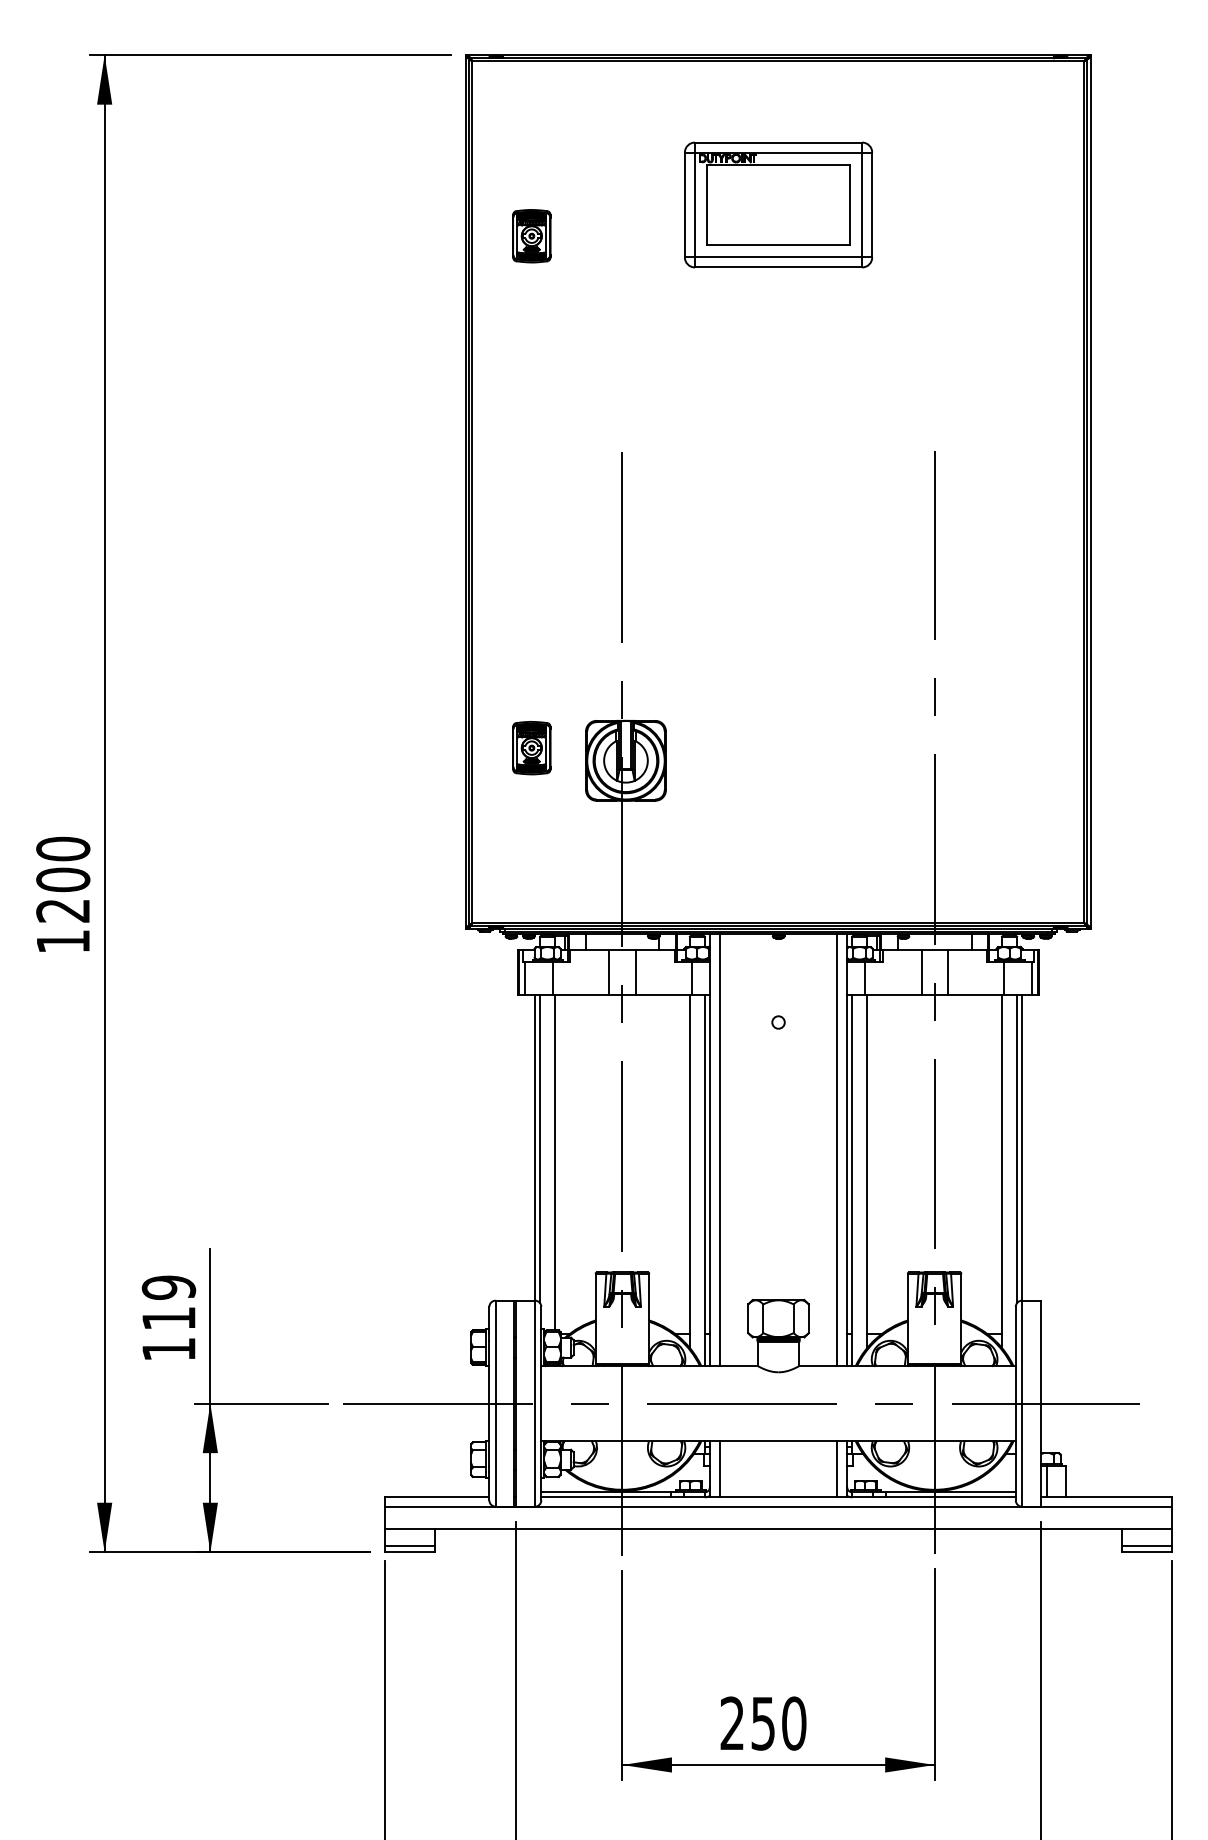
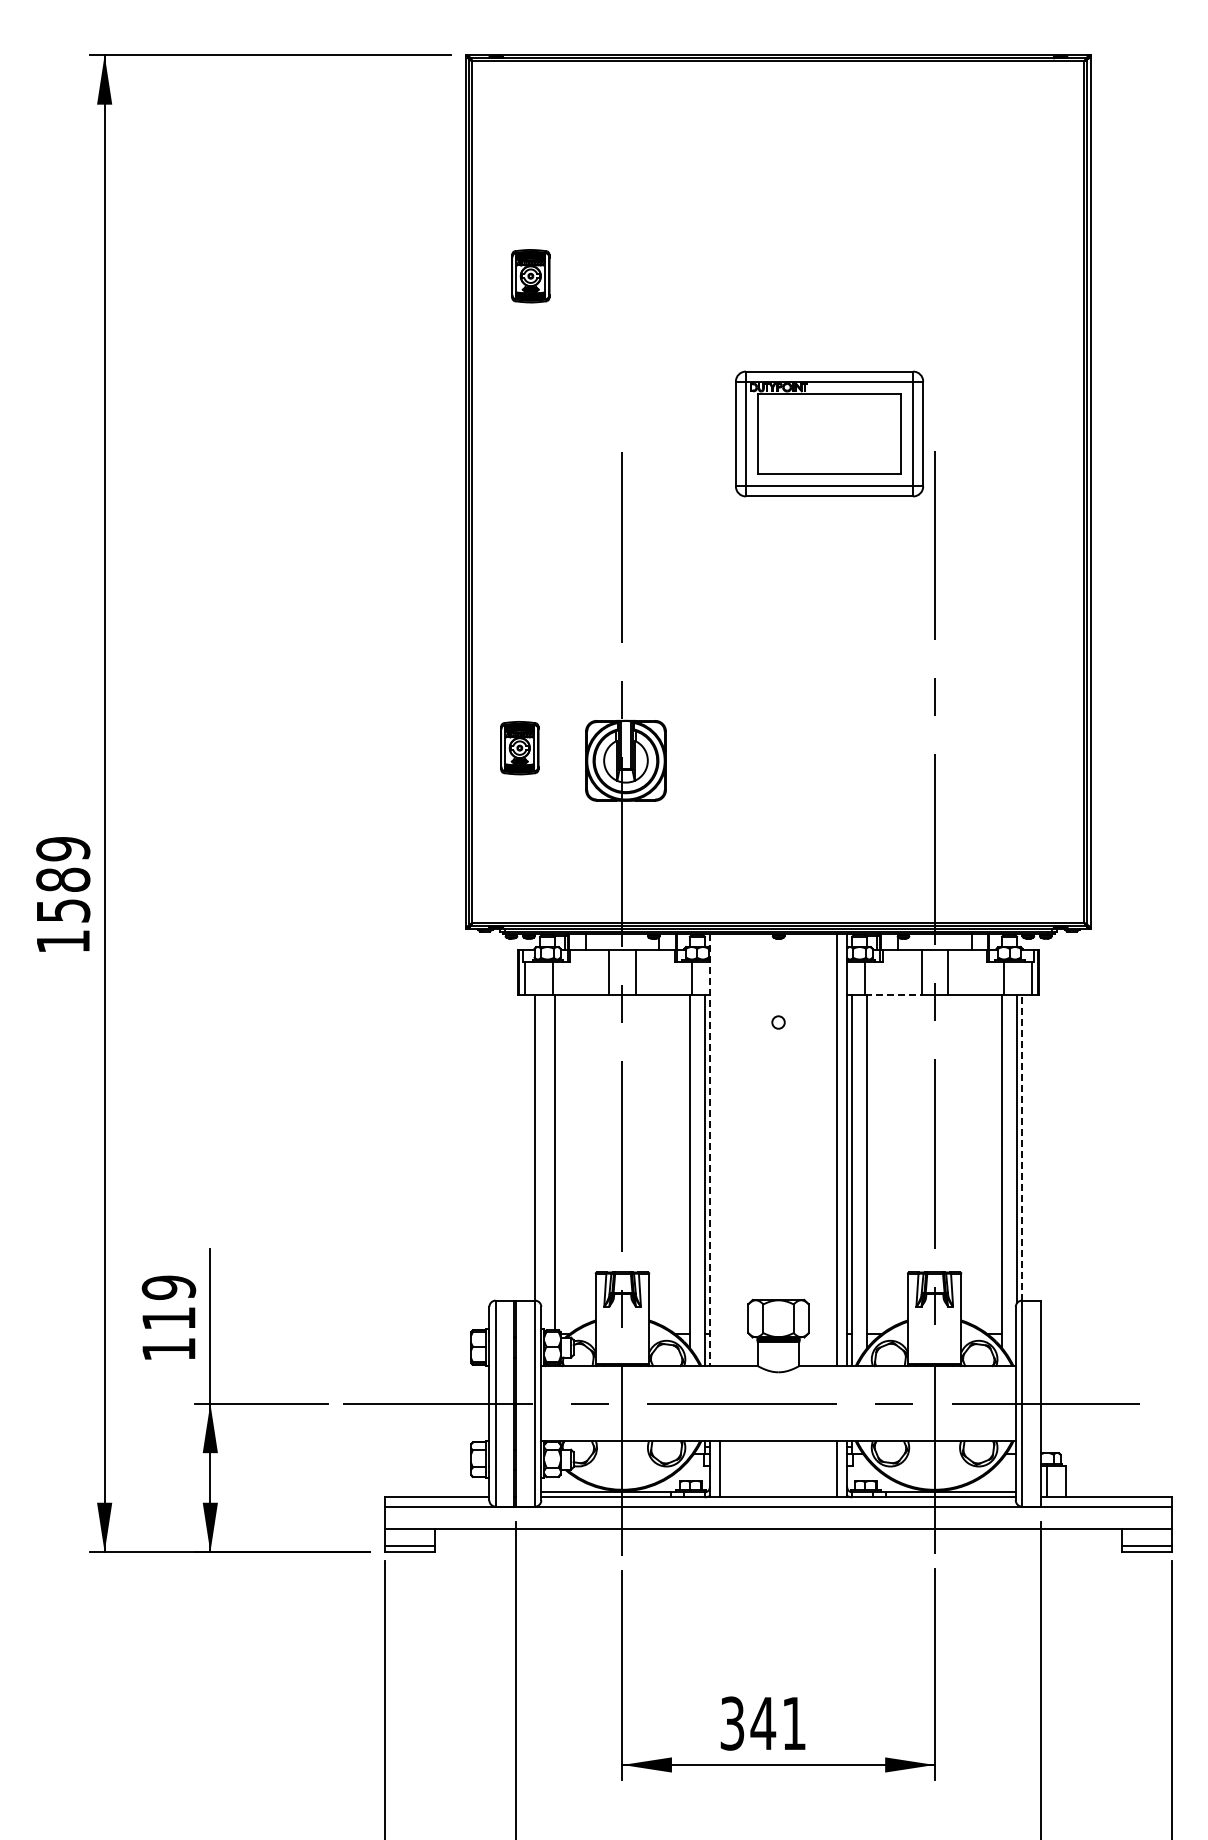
part at (778, 204) position: (778, 204) -> (829, 433)
part at (531, 236) position: (531, 236) -> (530, 276)
part at (531, 748) position: (531, 748) -> (519, 748)
text at (63, 879): 1200 -> 1589
line at (893, 994): solid -> dashed
line at (1022, 1147): solid -> dashed
line at (540, 1148): present -> none
line at (709, 1150): solid -> dashed
line at (719, 1150): present -> none
text at (763, 1723): 250 -> 341
